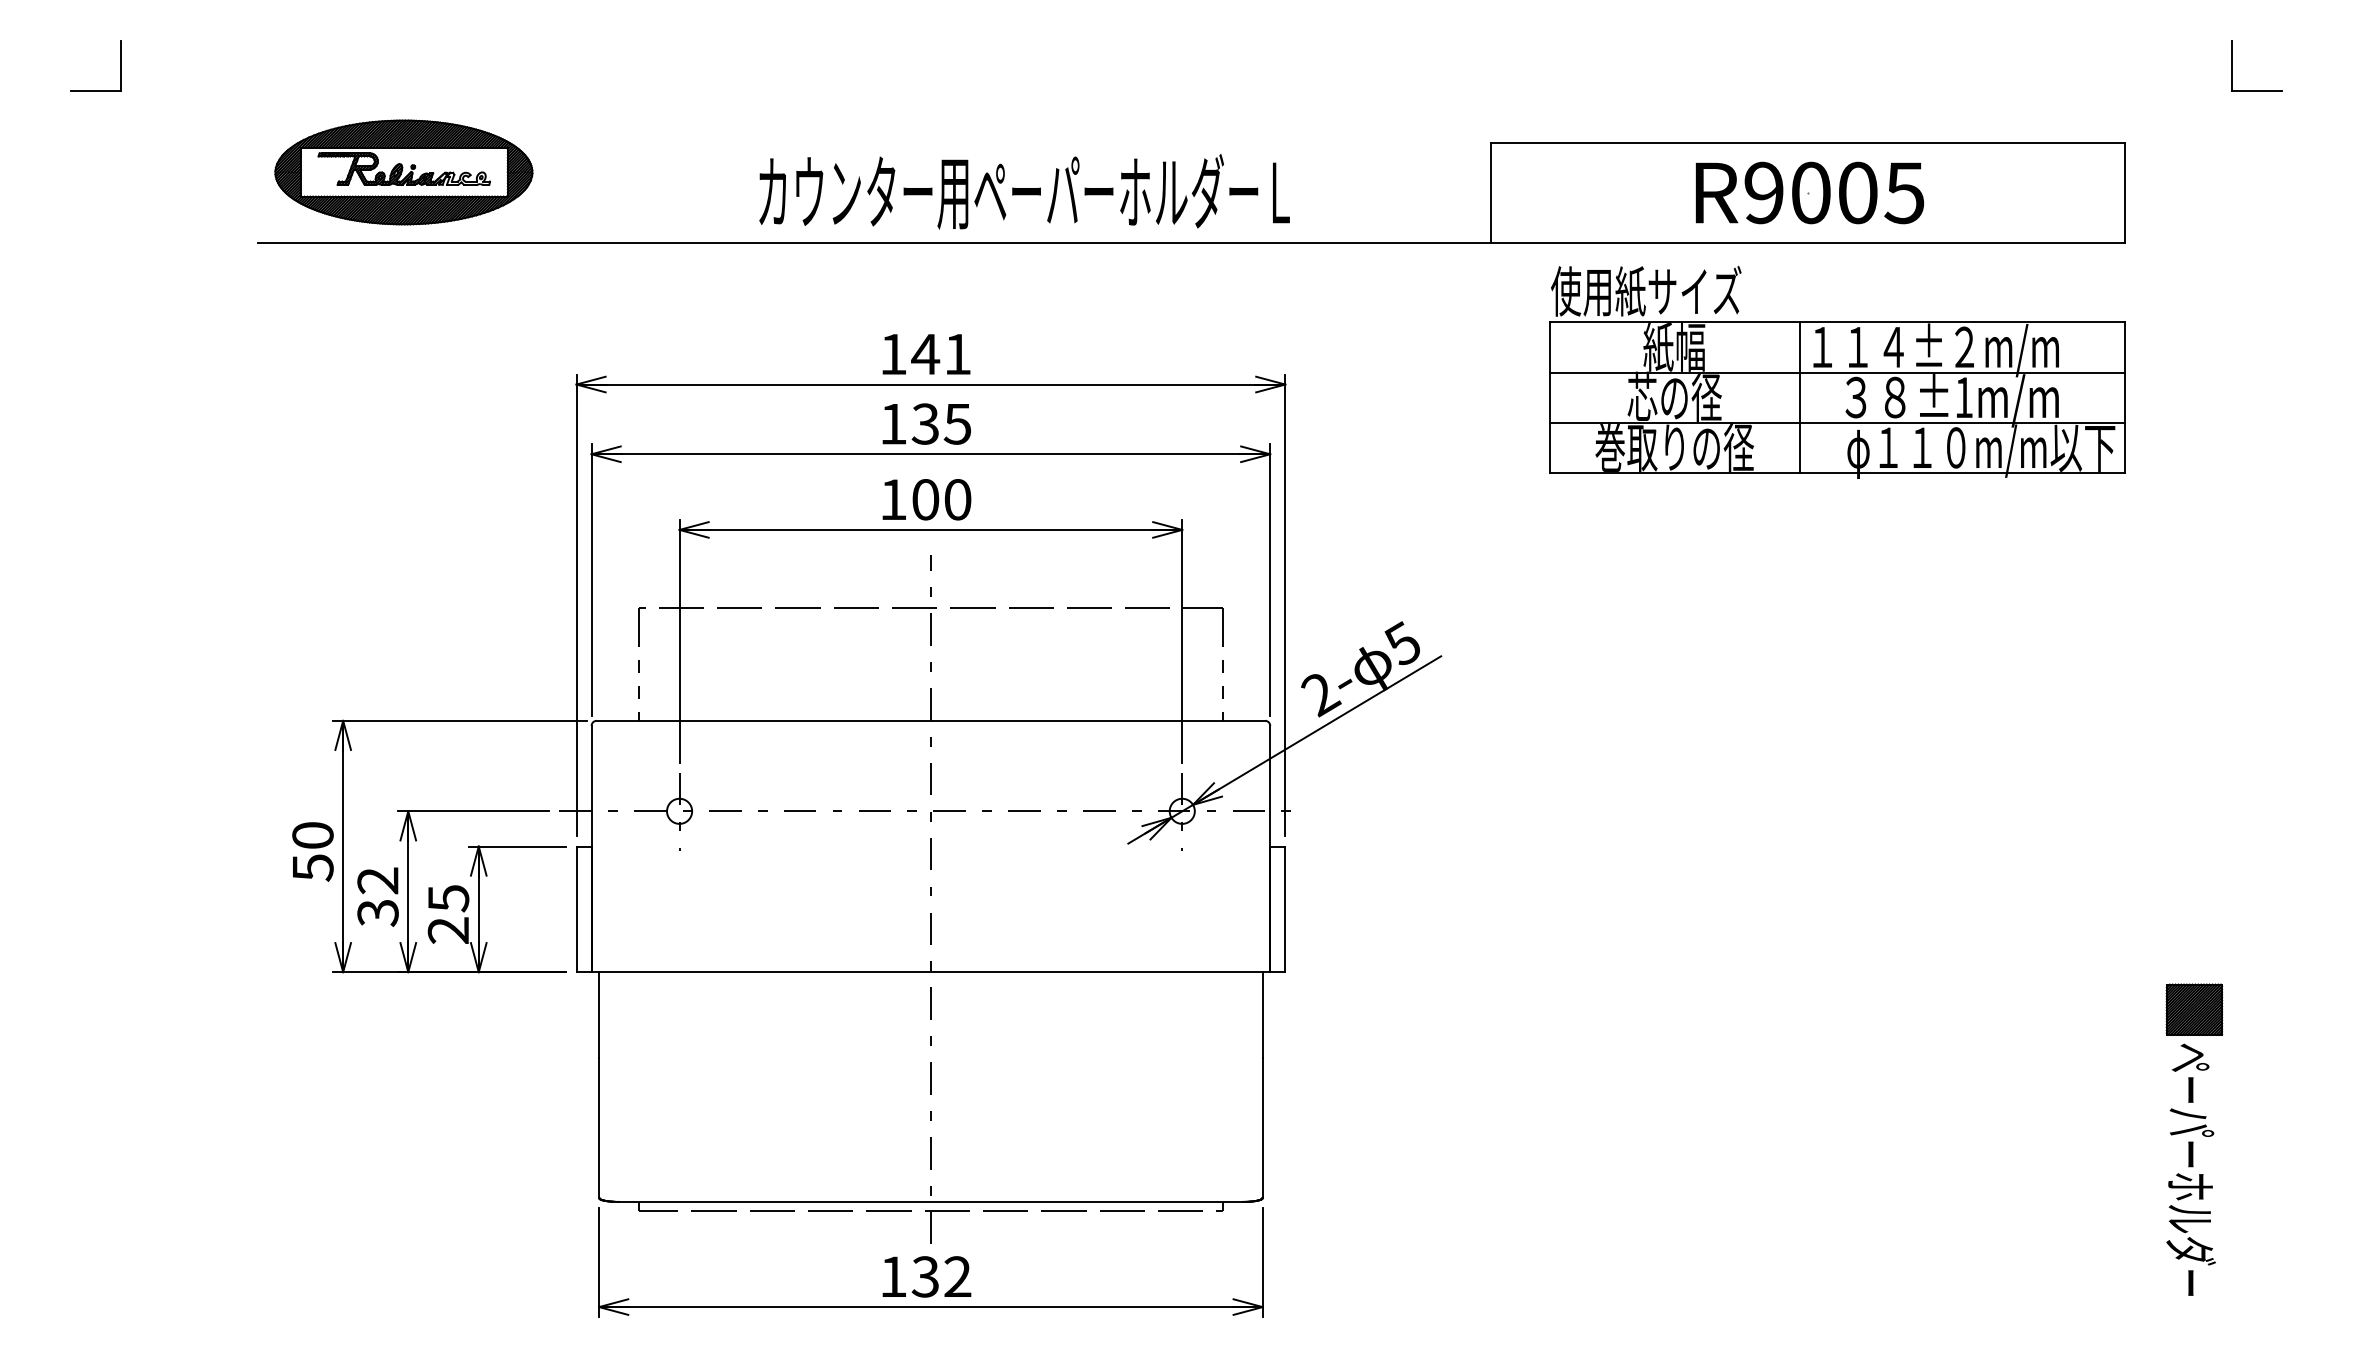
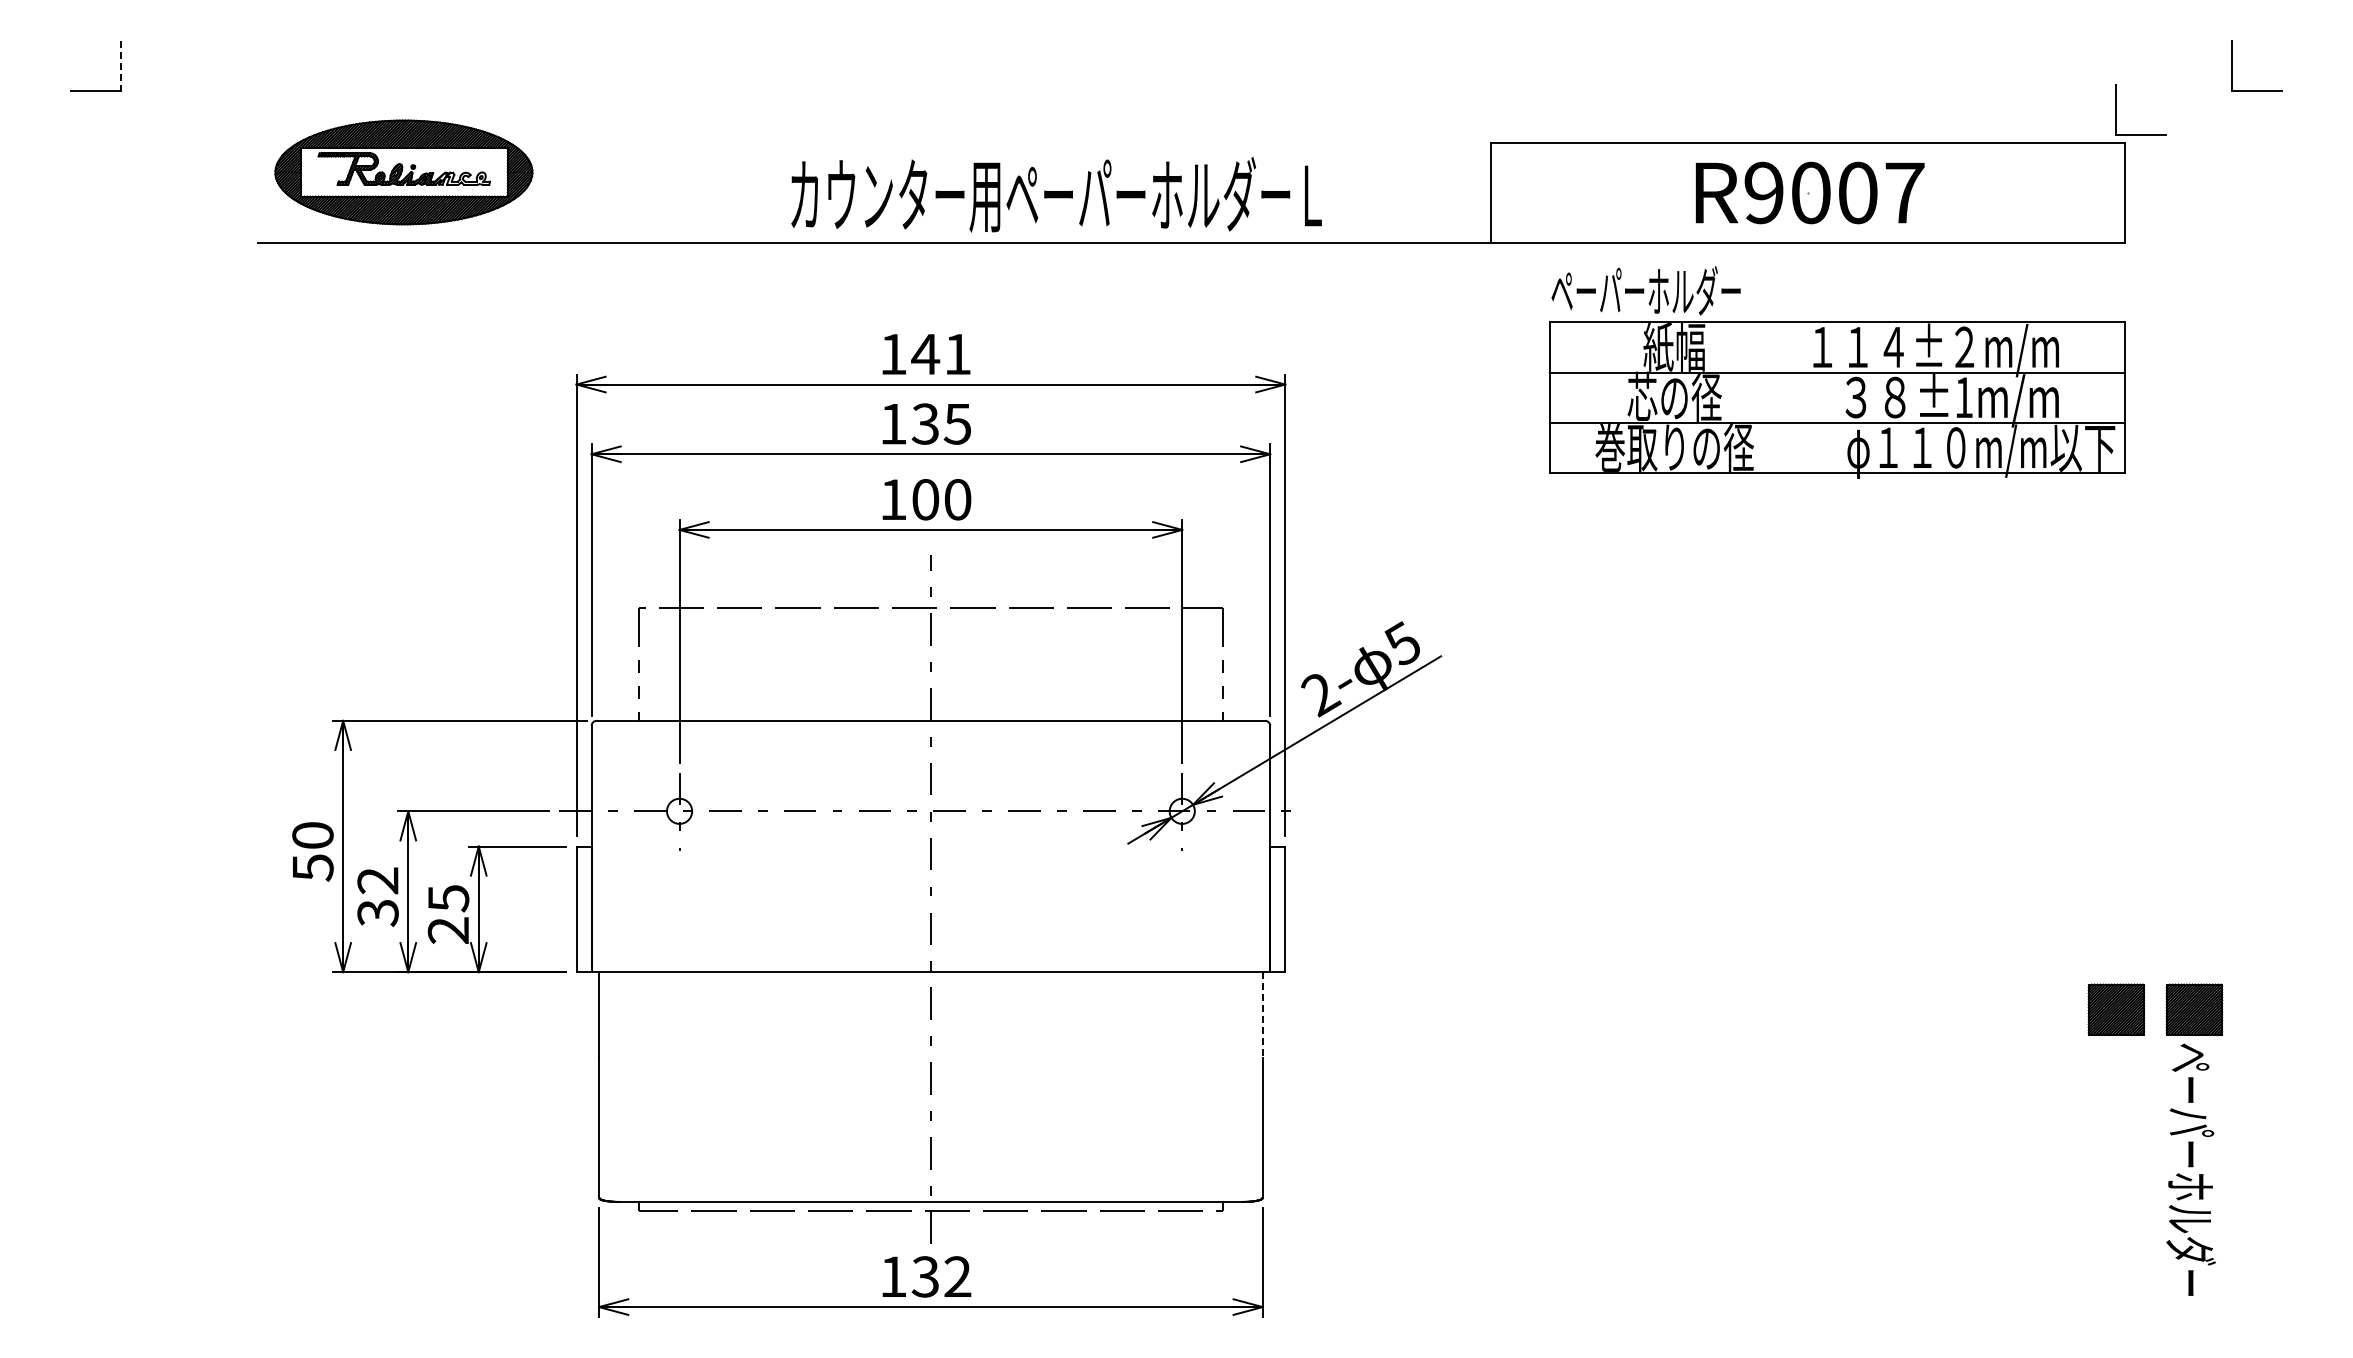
line at (120, 66): solid -> dashed
part at (2116, 109): none -> present
part at (1024, 191) position: (1024, 191) -> (1056, 194)
text at (1904, 193): R9005 -> R9007
text at (1646, 290): 使用紙サイズ -> ペーパーホルダー
line at (1799, 397): present -> none
part at (2116, 1009): none -> present
line at (1262, 1014): solid -> dashed
